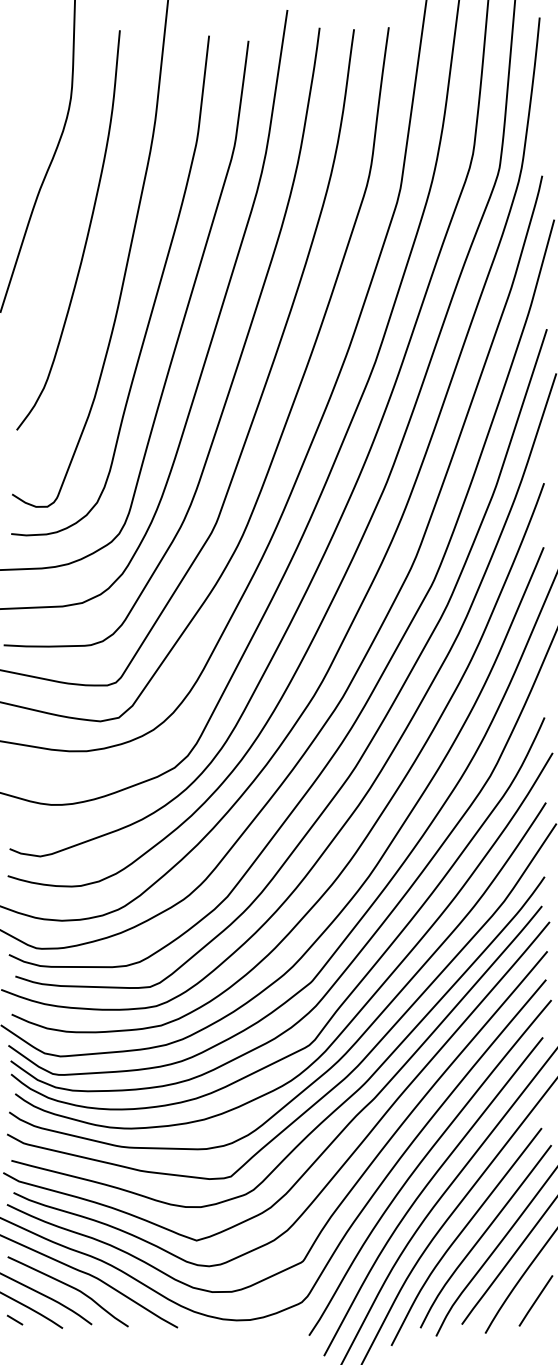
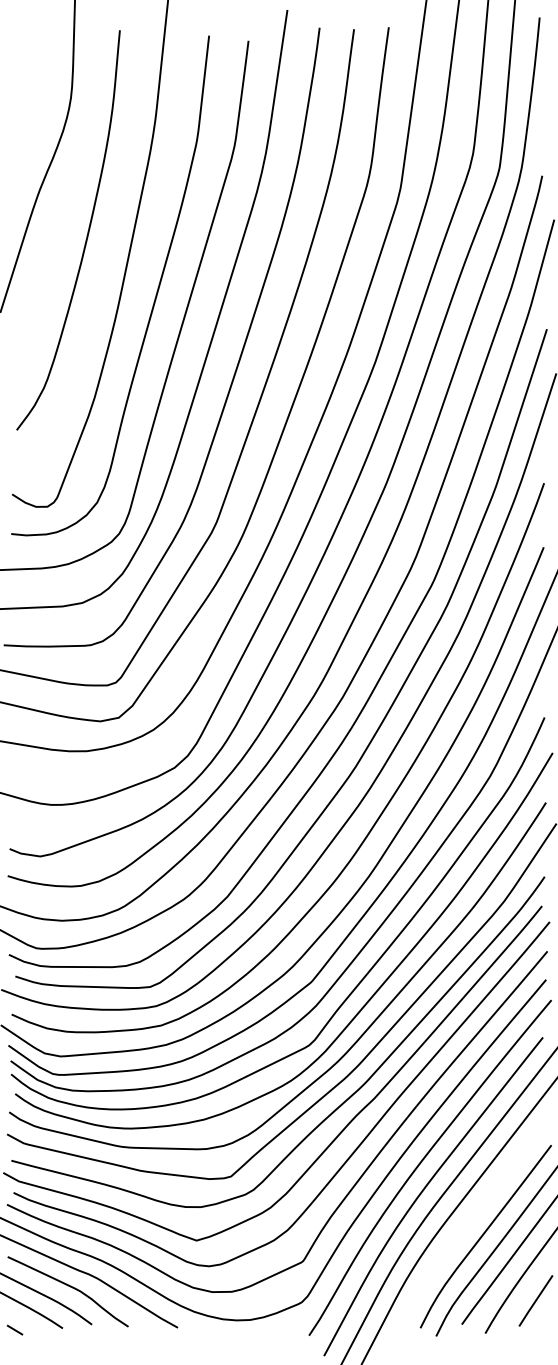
curve at (462, 1232): present -> none
line at (14, 1319) position: (14, 1319) -> (14, 1329)
